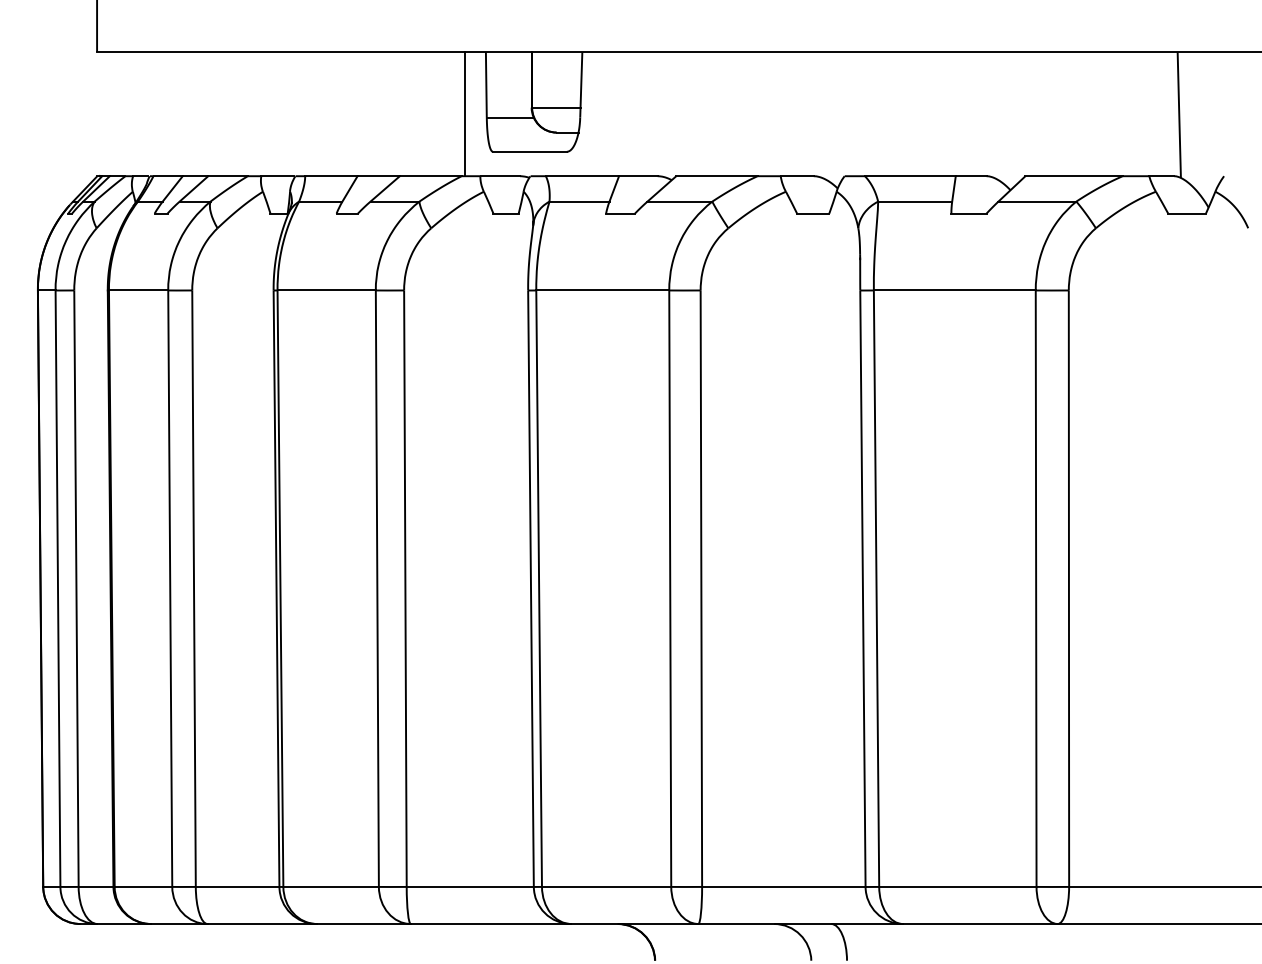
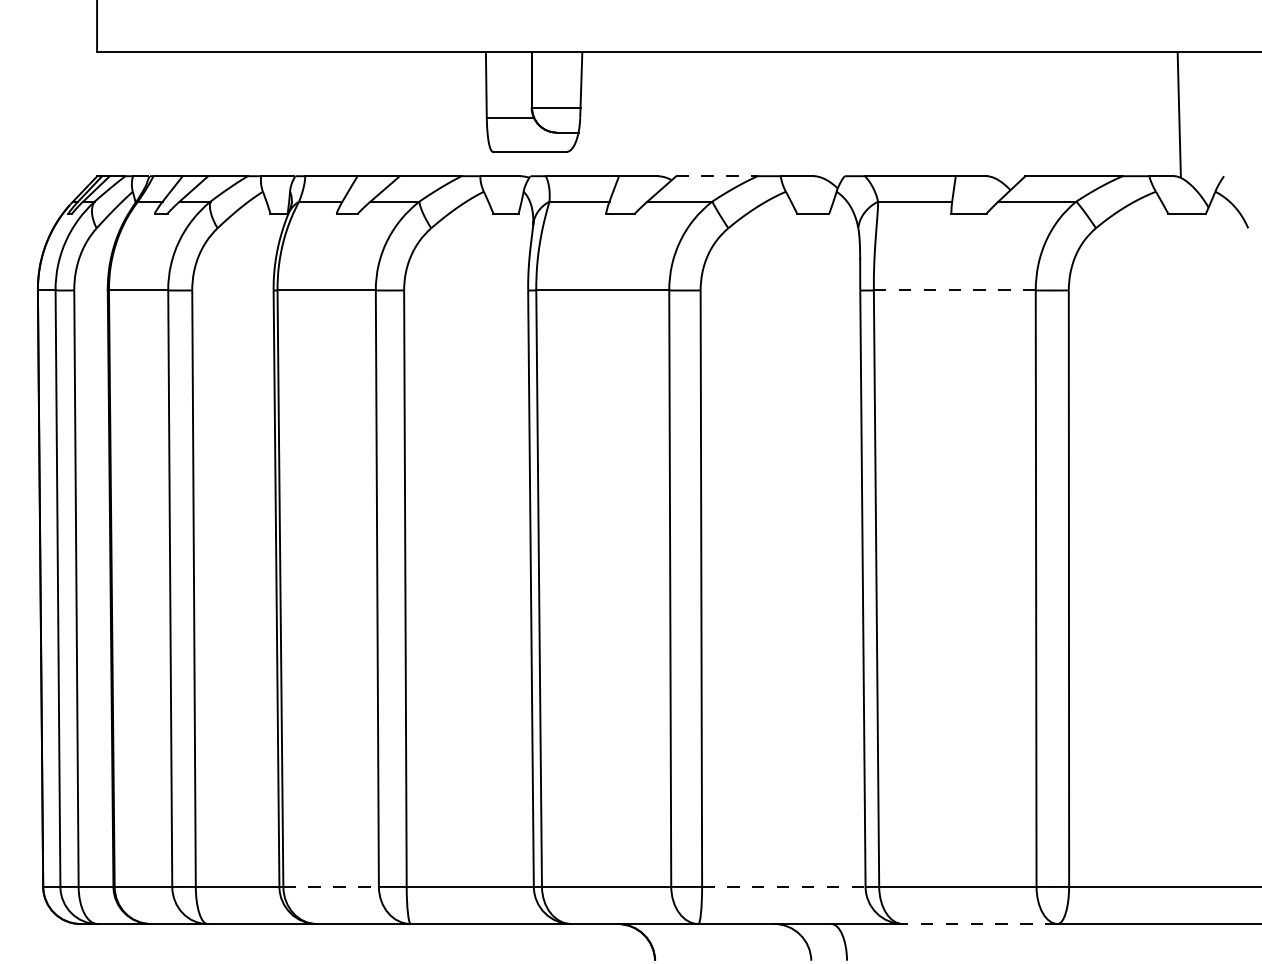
line at (464, 114): present -> none
line at (716, 176): solid -> dashed
line at (954, 290): solid -> dashed
line at (331, 886): solid -> dashed
line at (783, 886): solid -> dashed
line at (979, 924): solid -> dashed
